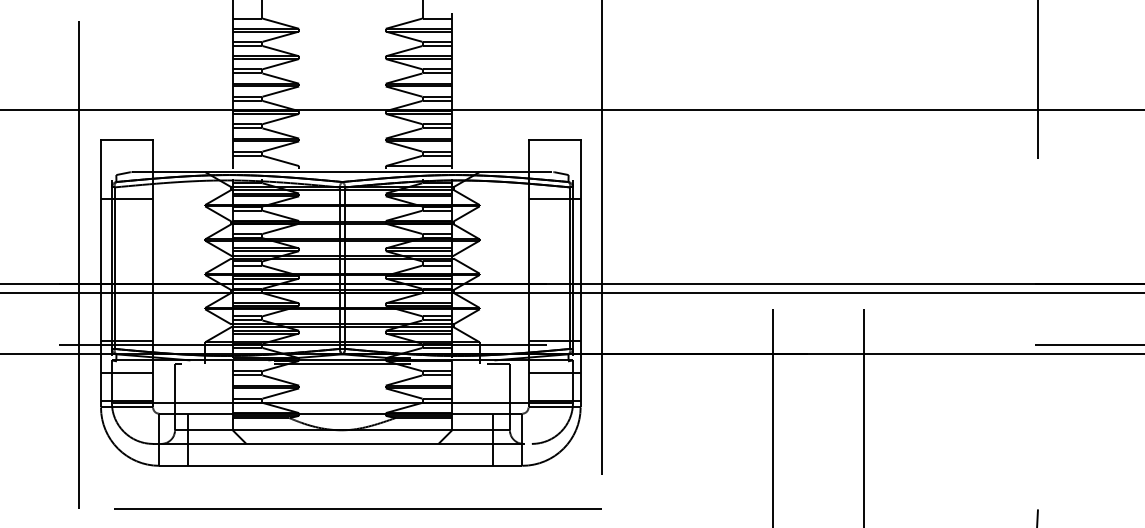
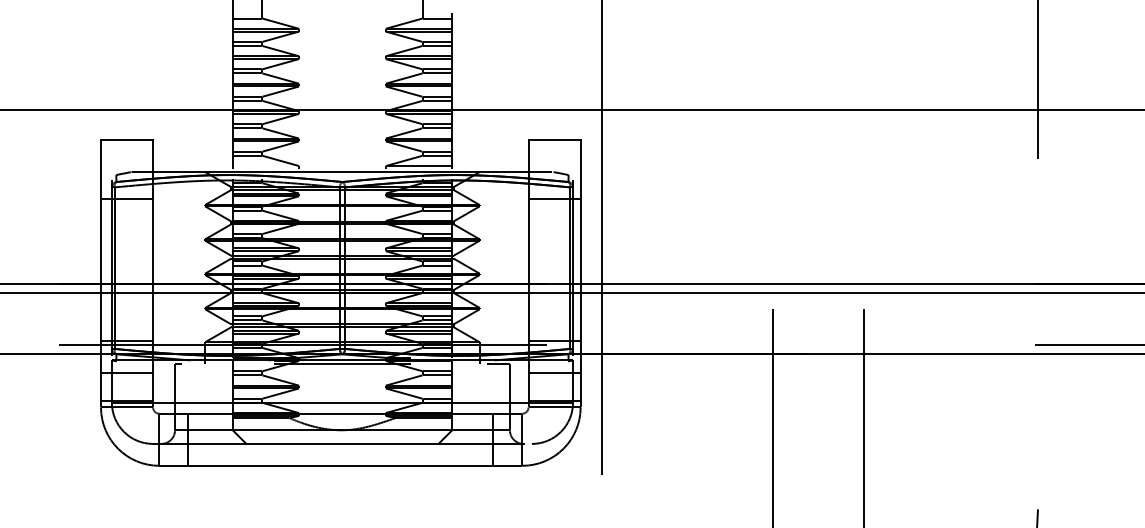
line at (79, 255): present -> none
line at (357, 508): present -> none
